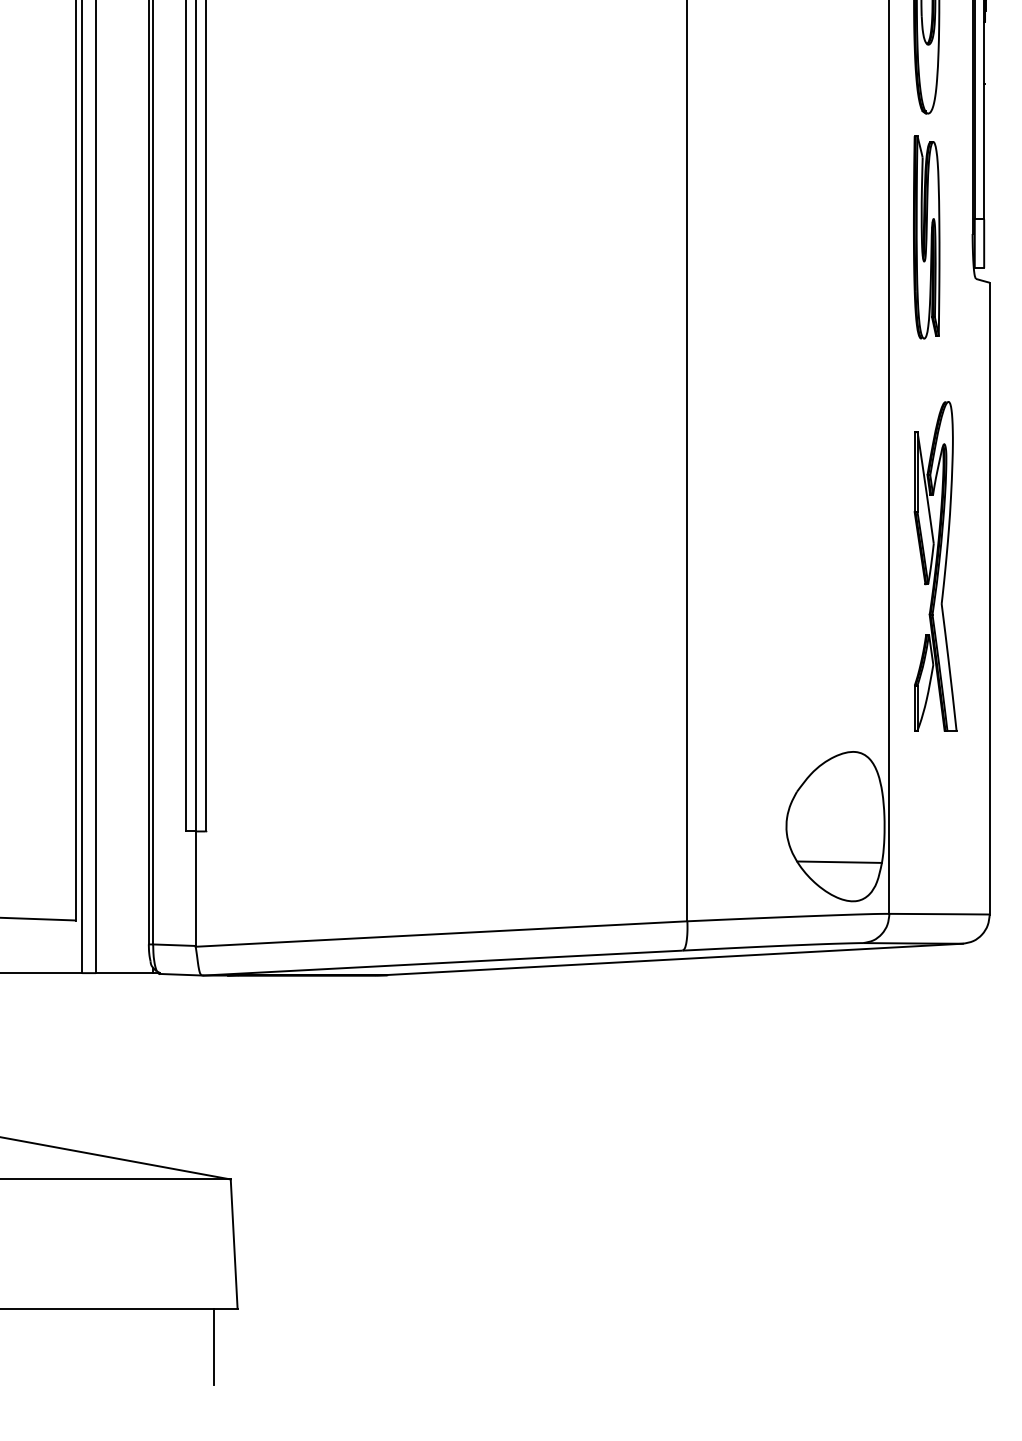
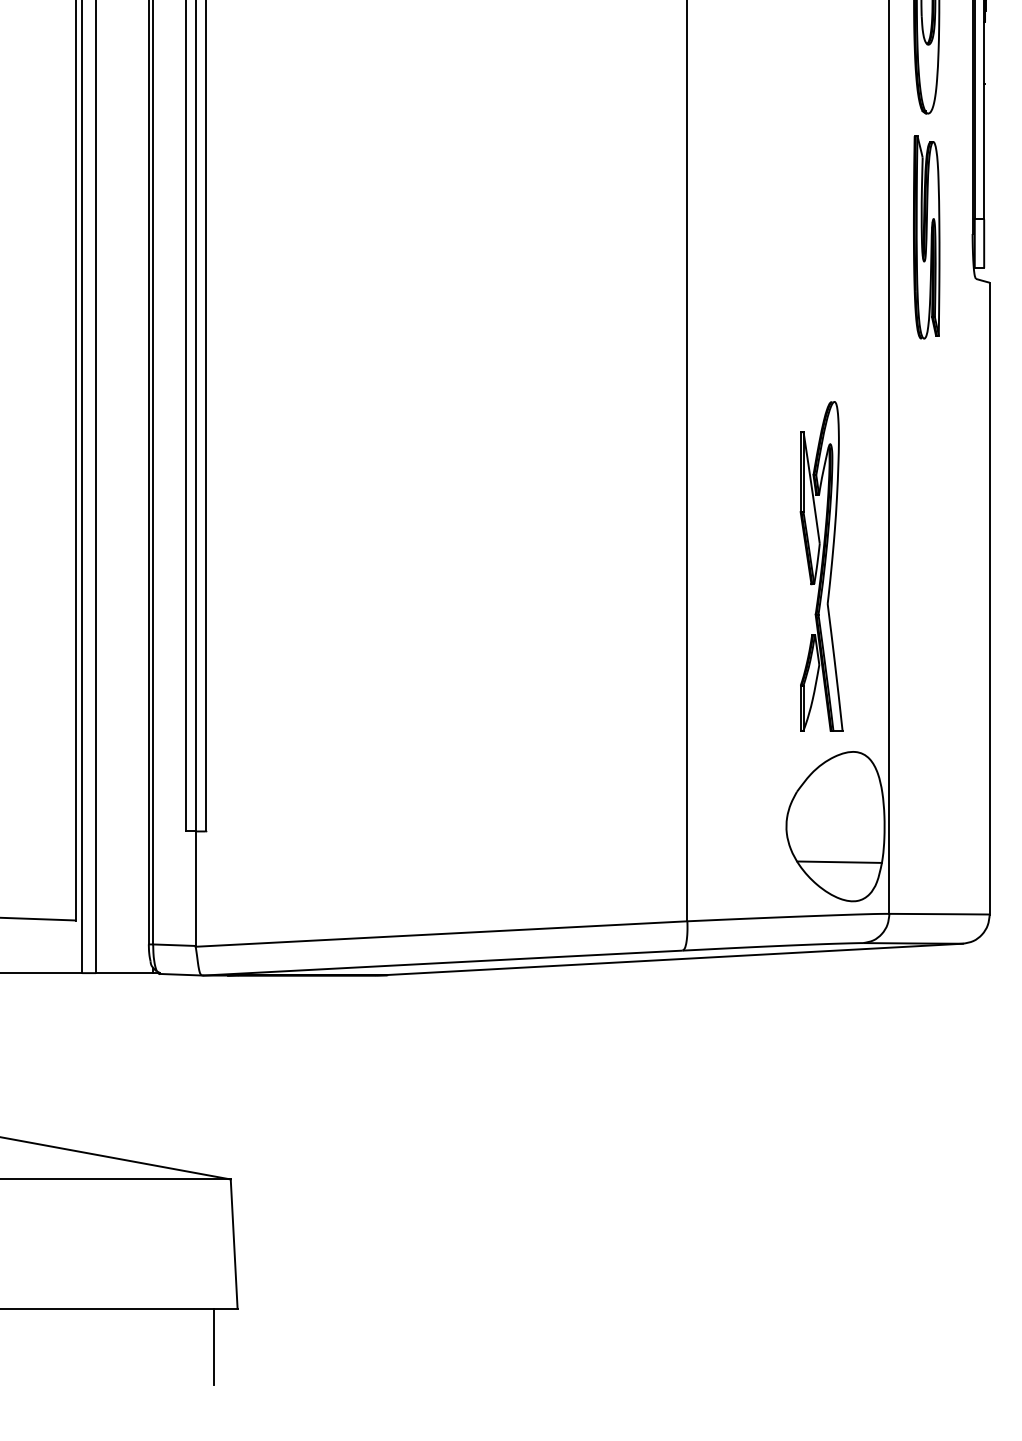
part at (935, 566) position: (935, 566) -> (821, 566)
